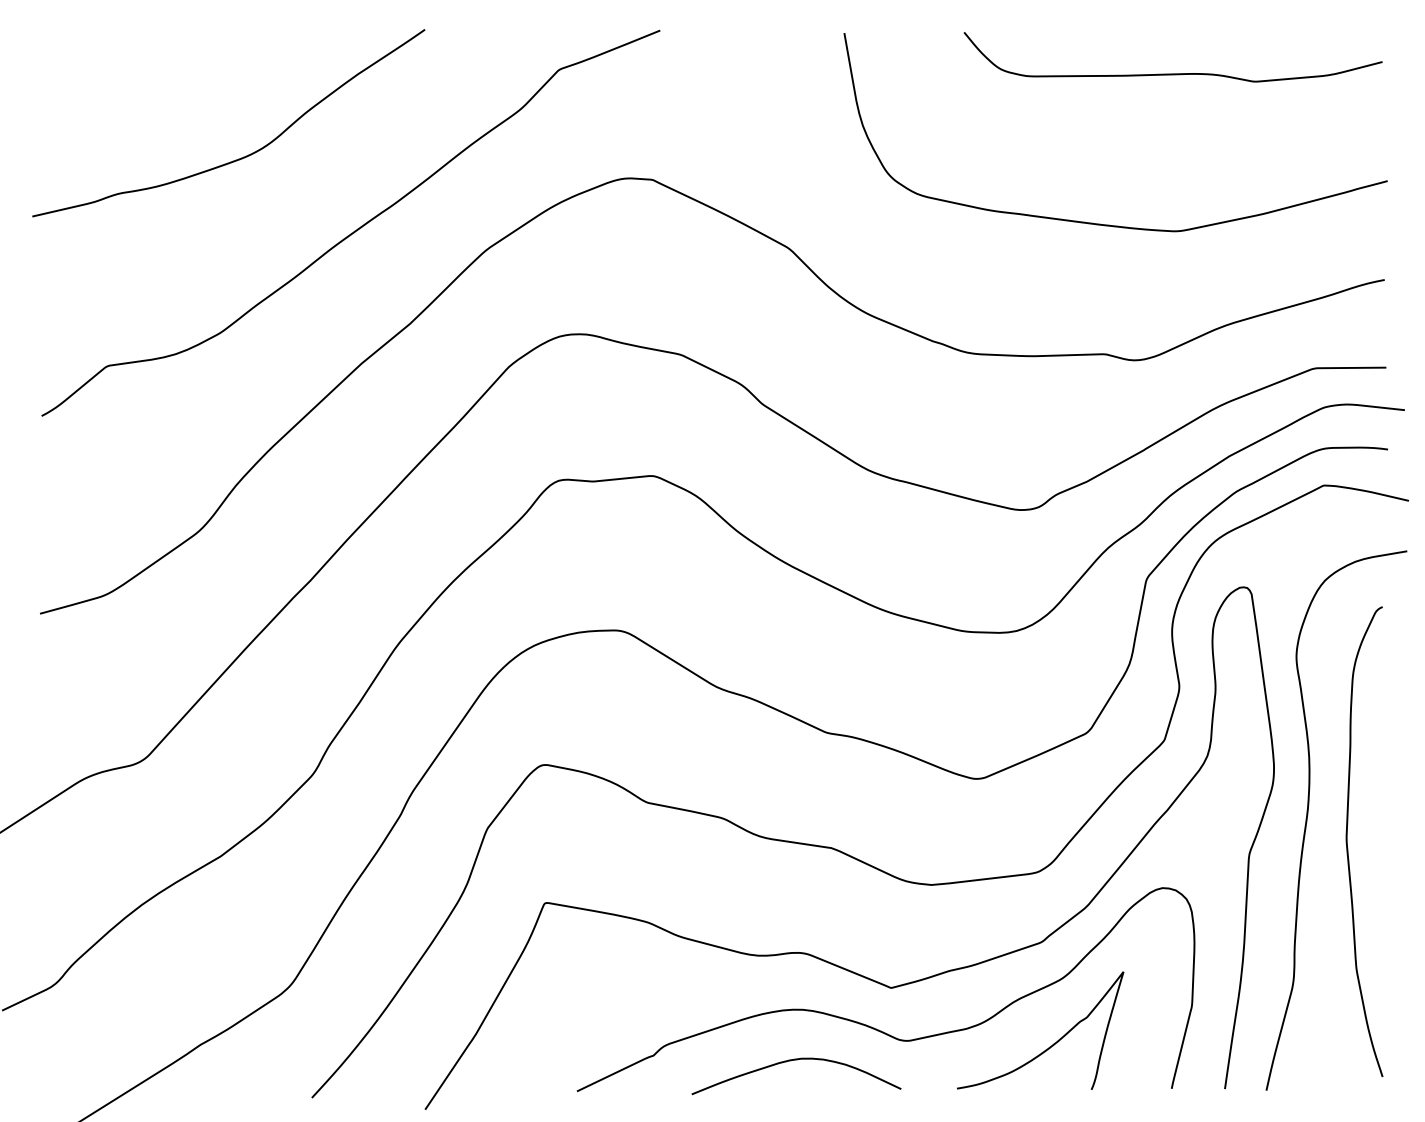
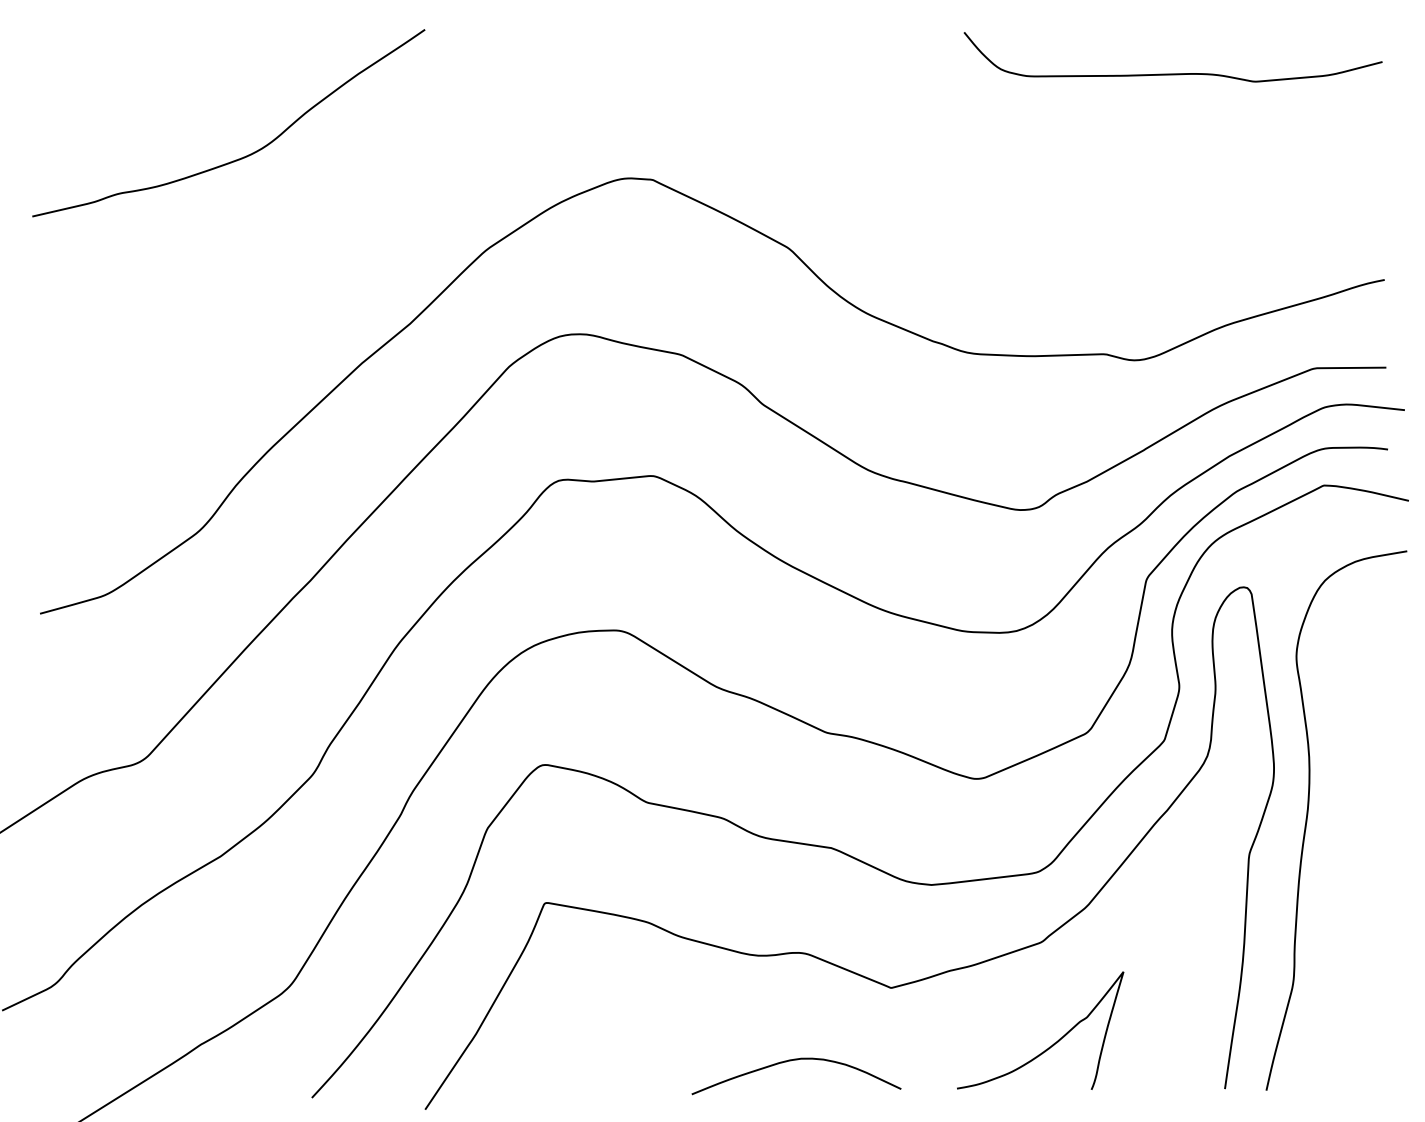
curve at (1109, 224): present -> none
curve at (354, 230): present -> none
curve at (1347, 841): present -> none
curve at (869, 1025): present -> none
